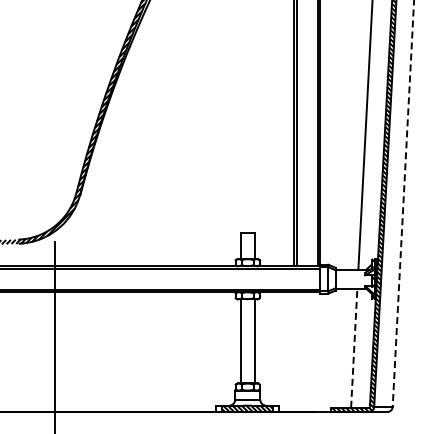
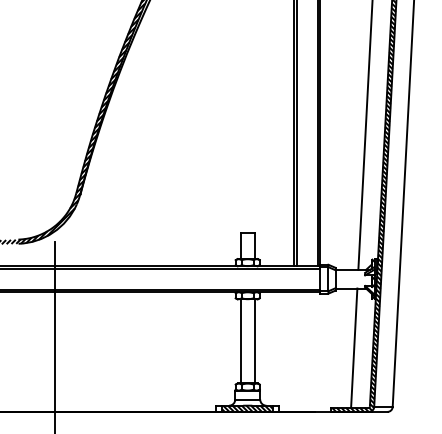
line at (403, 203): dashed -> solid
line at (354, 348): dashed -> solid
